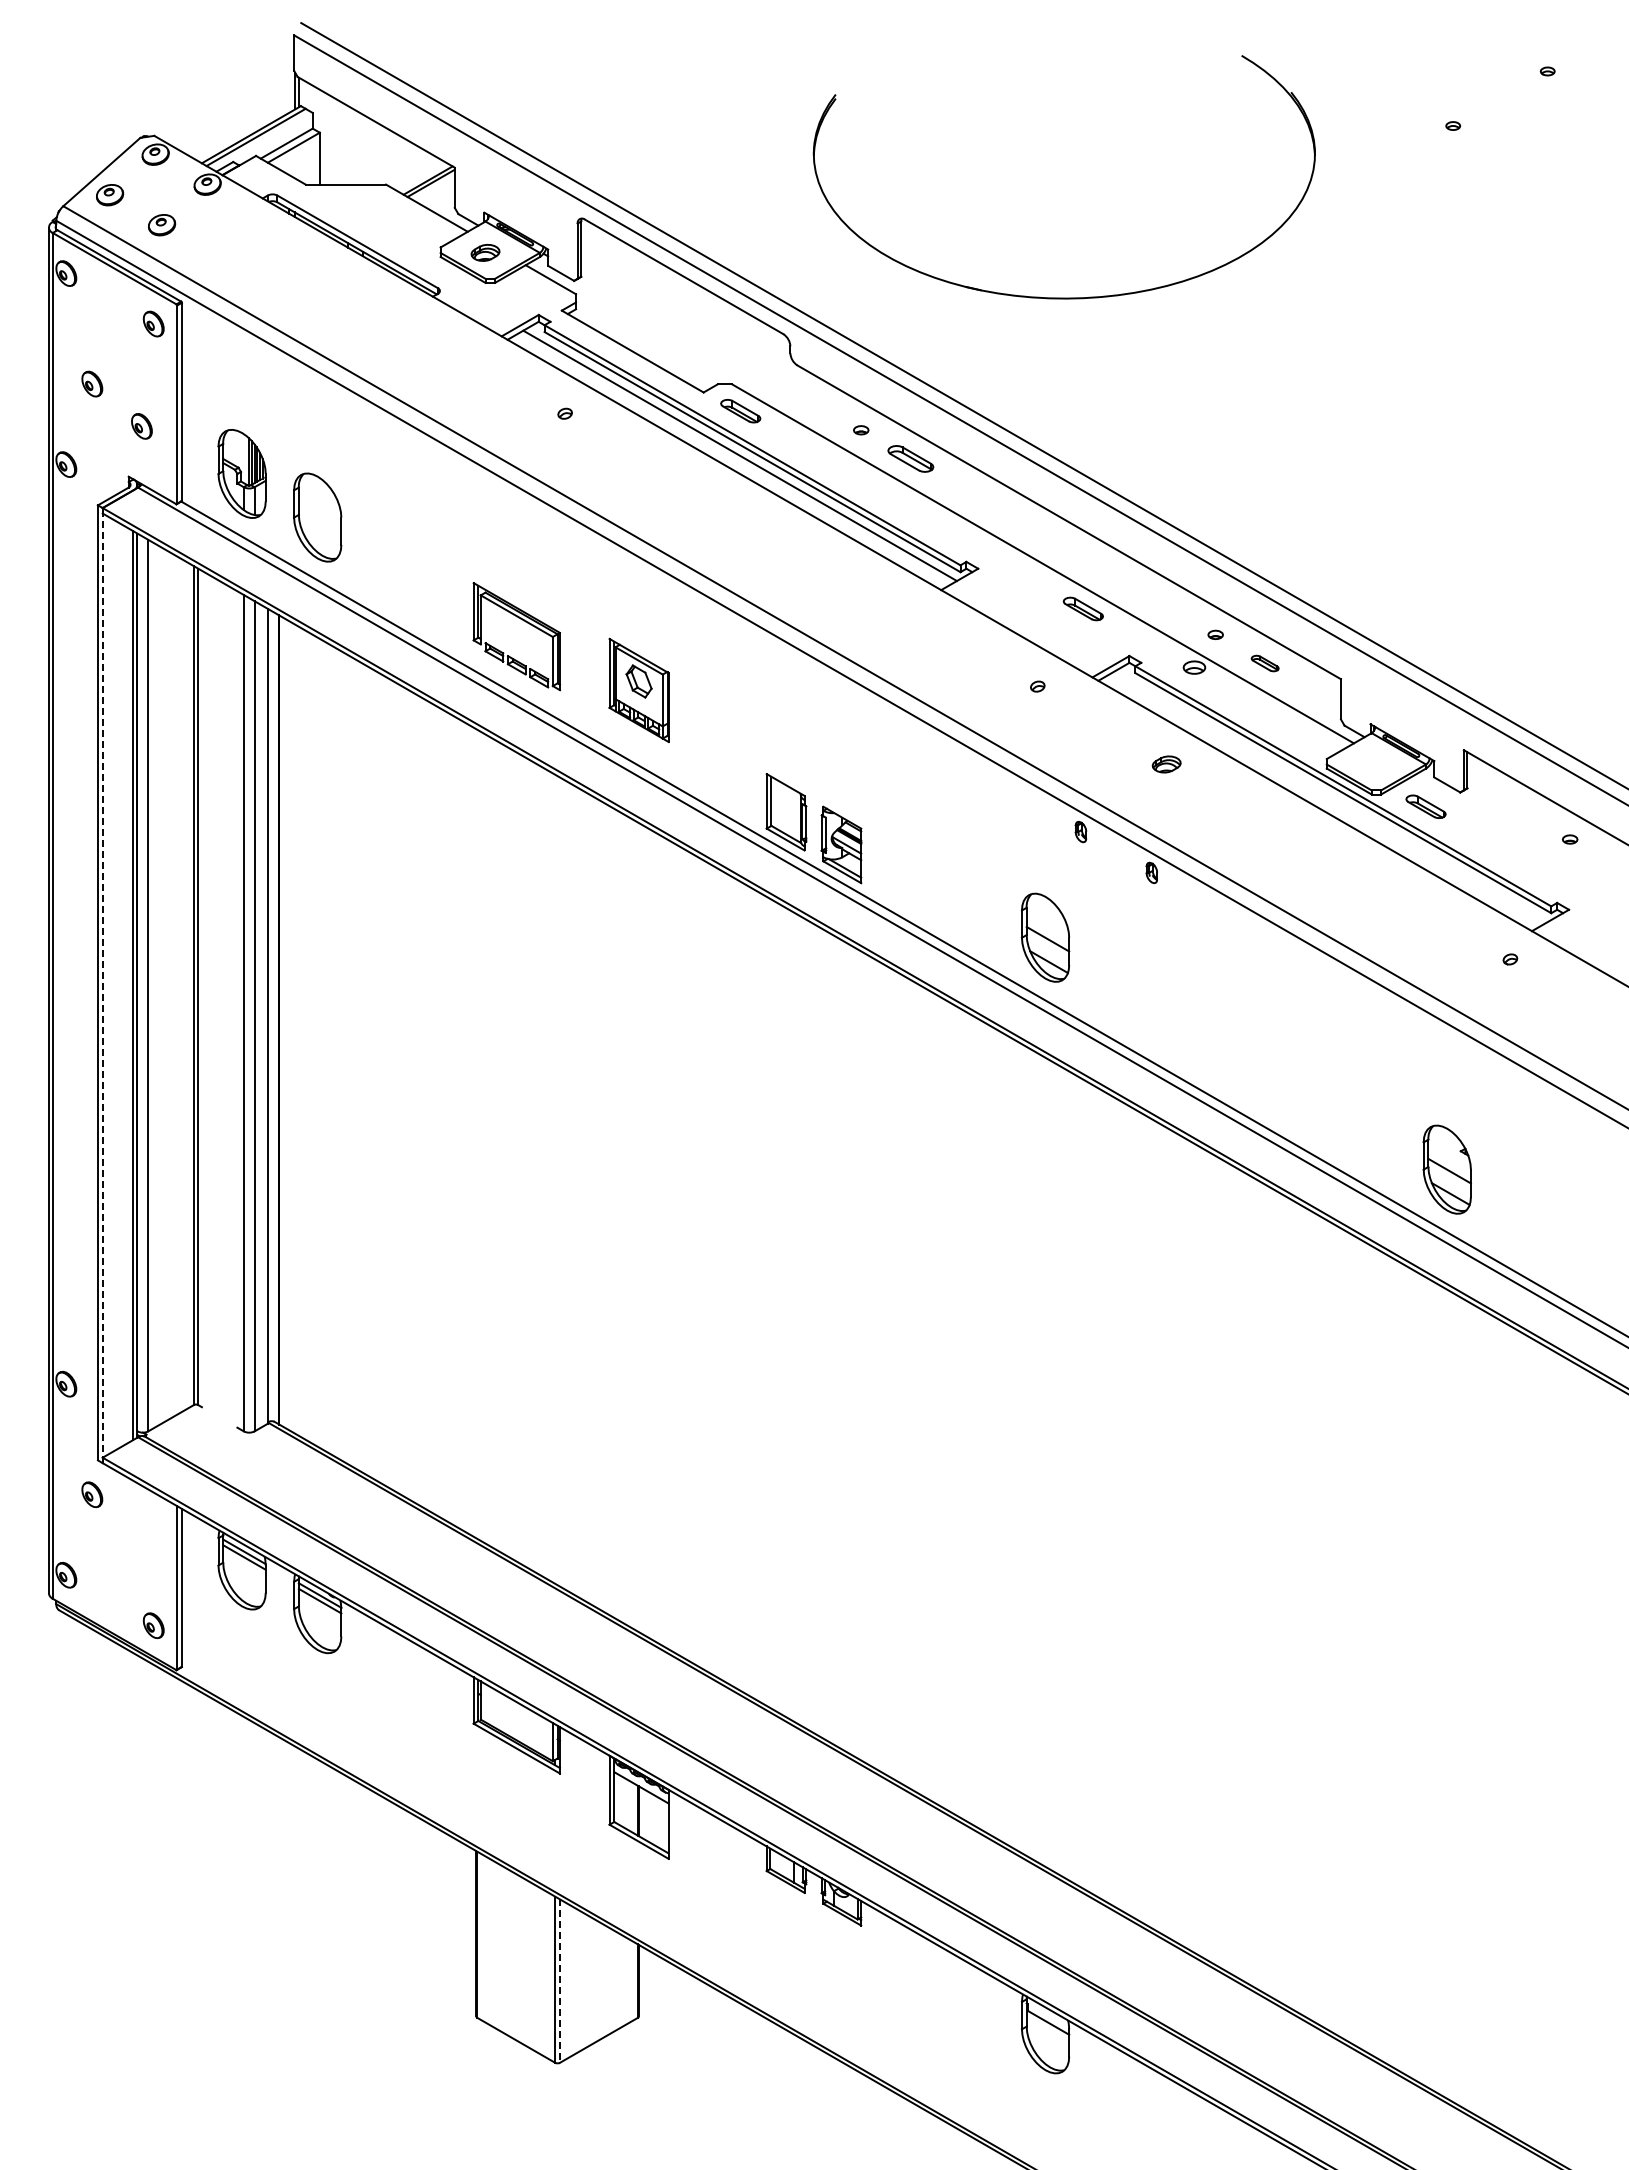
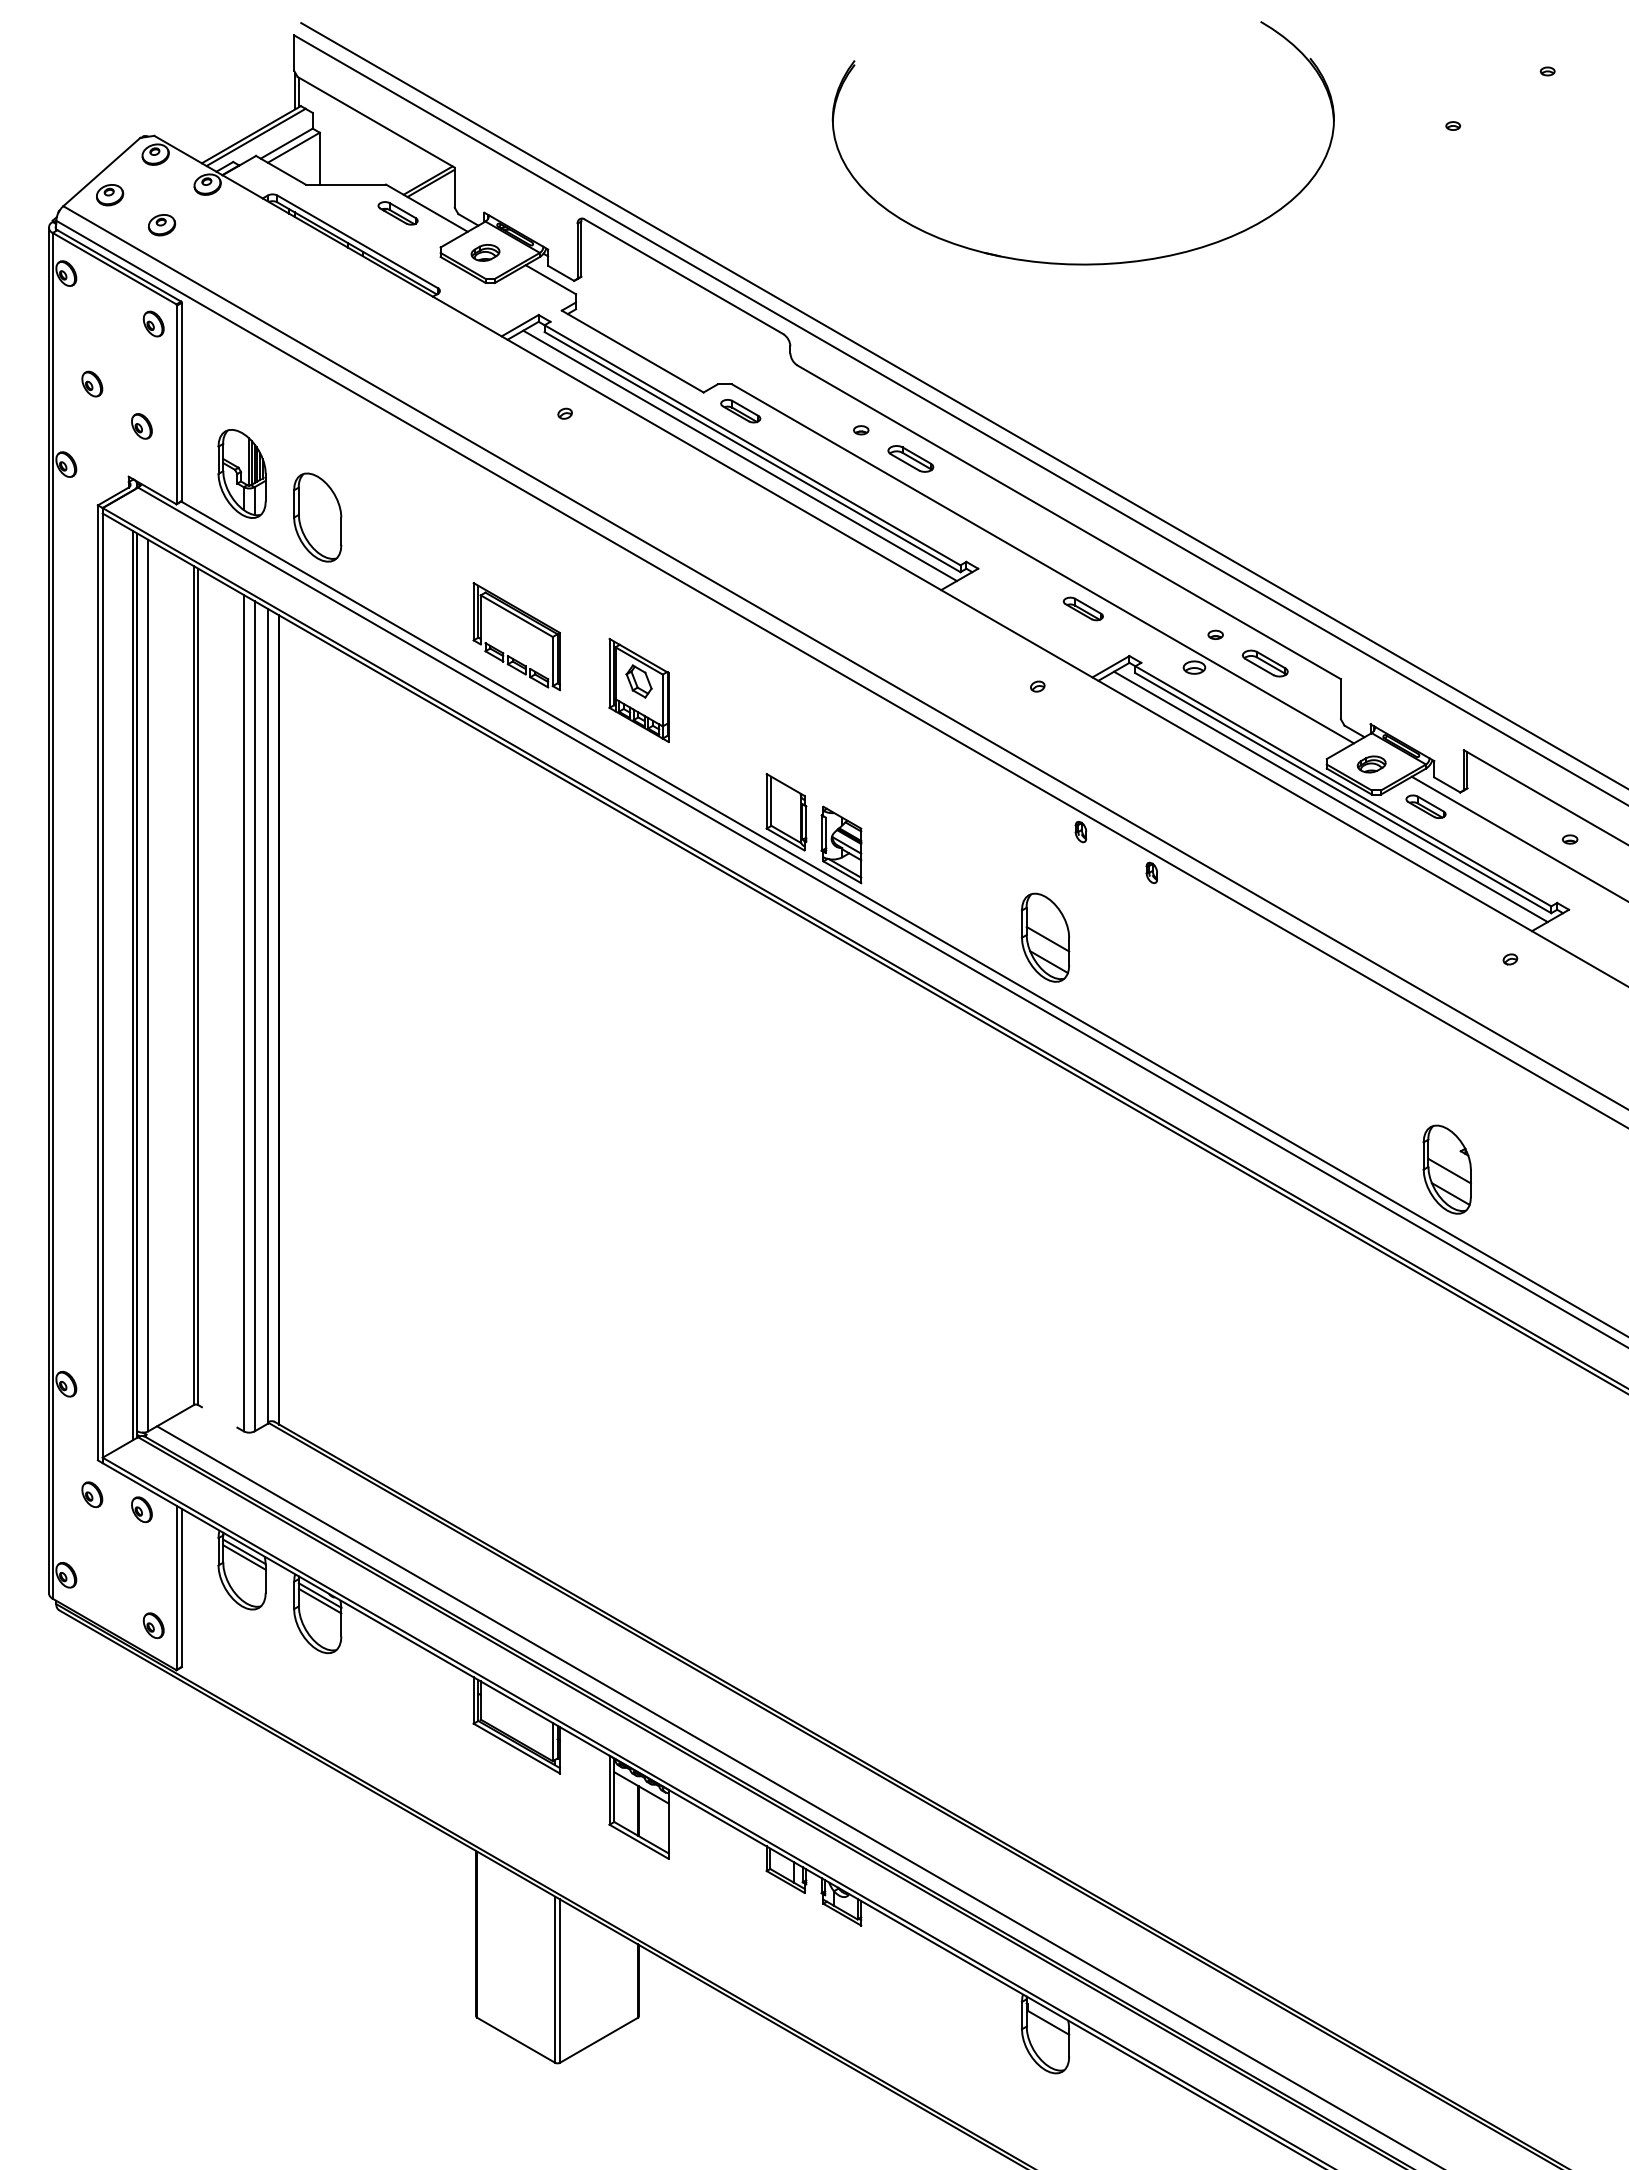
part at (397, 213): none -> present
part at (1063, 297) position: (1063, 297) -> (1082, 263)
part at (1264, 663) size: 30x19 px -> 48x29 px
part at (1166, 764) position: (1166, 764) -> (1371, 764)
line at (1330, 796): none -> present
line at (1518, 838): none -> present
line at (102, 985): dashed -> solid
part at (141, 1509): none -> present
line at (798, 1796): none -> present
line at (559, 1981): dashed -> solid
